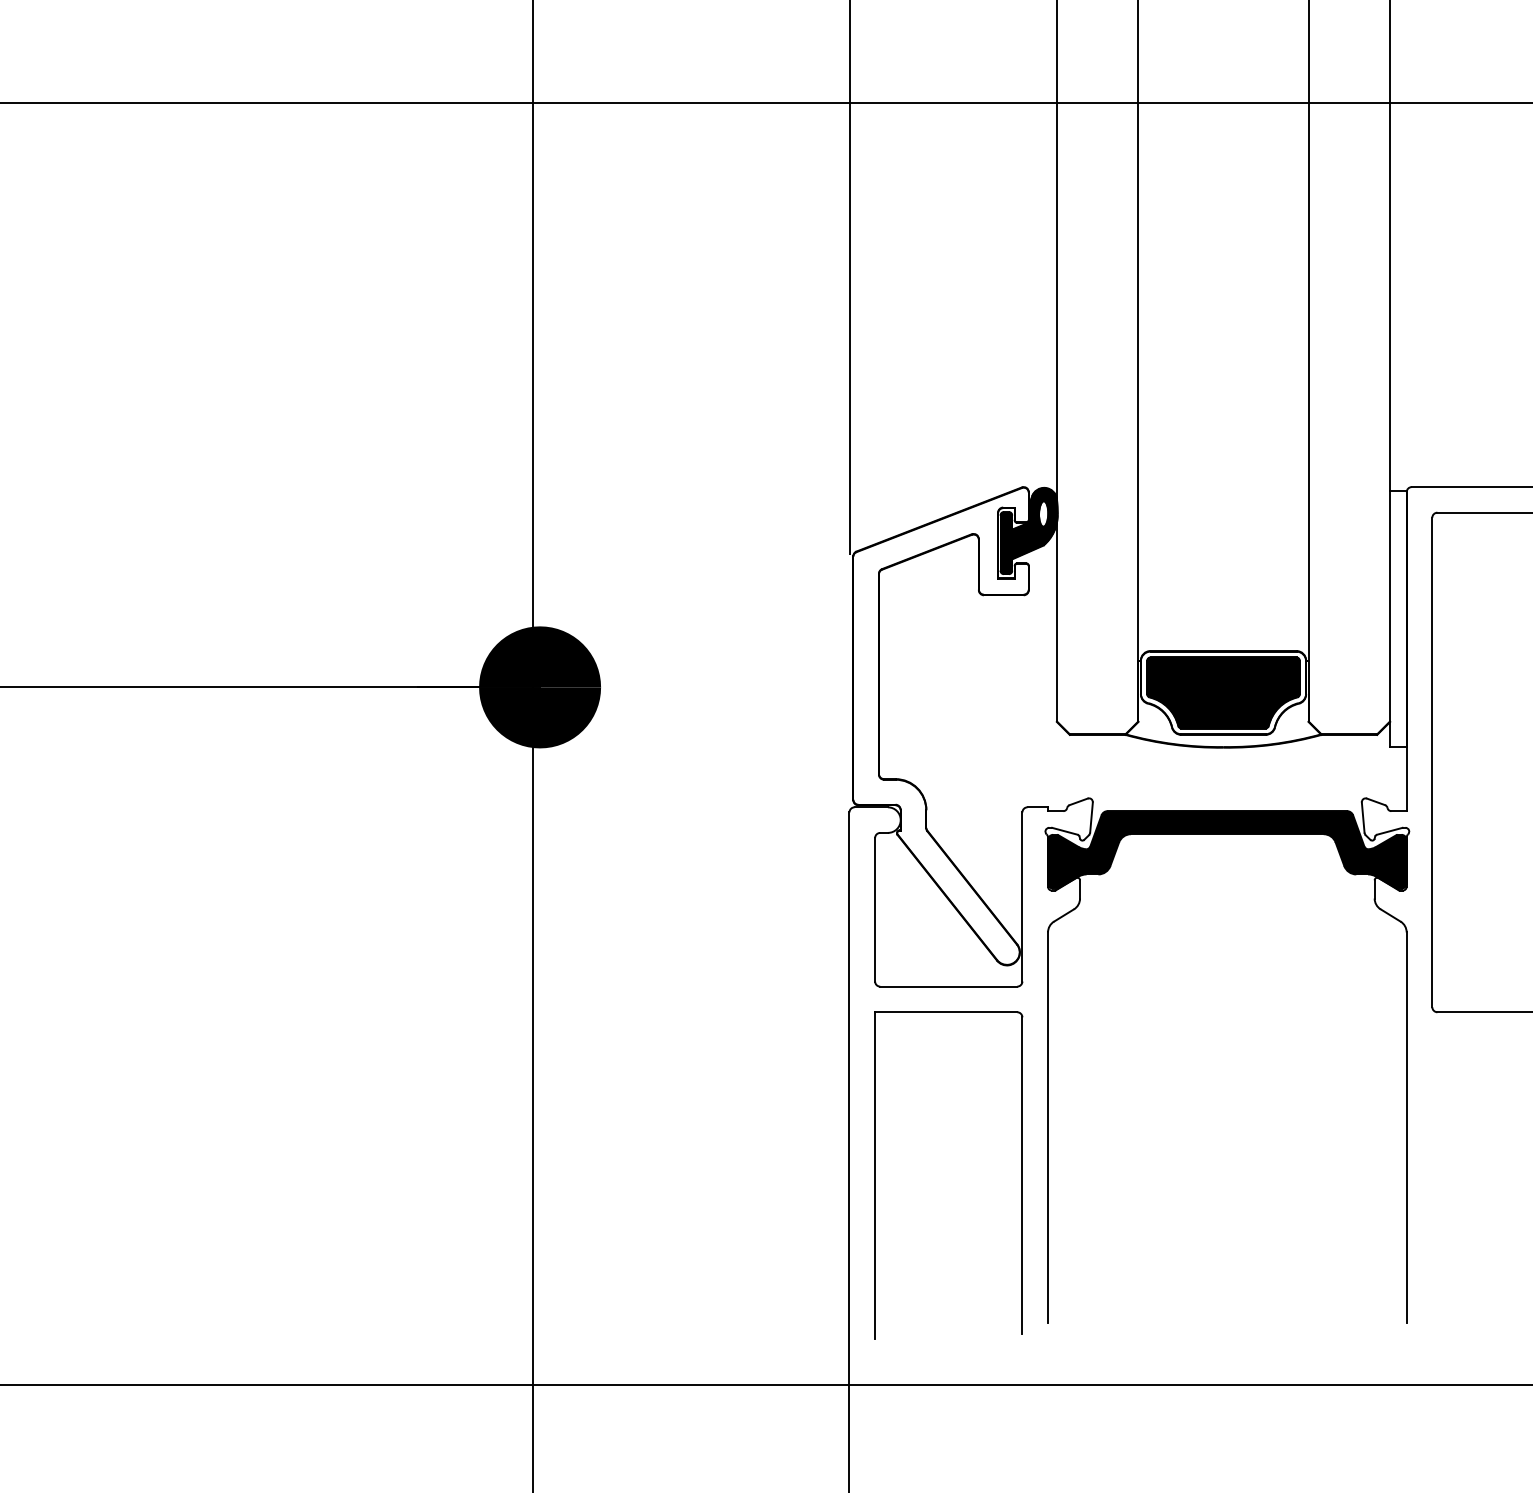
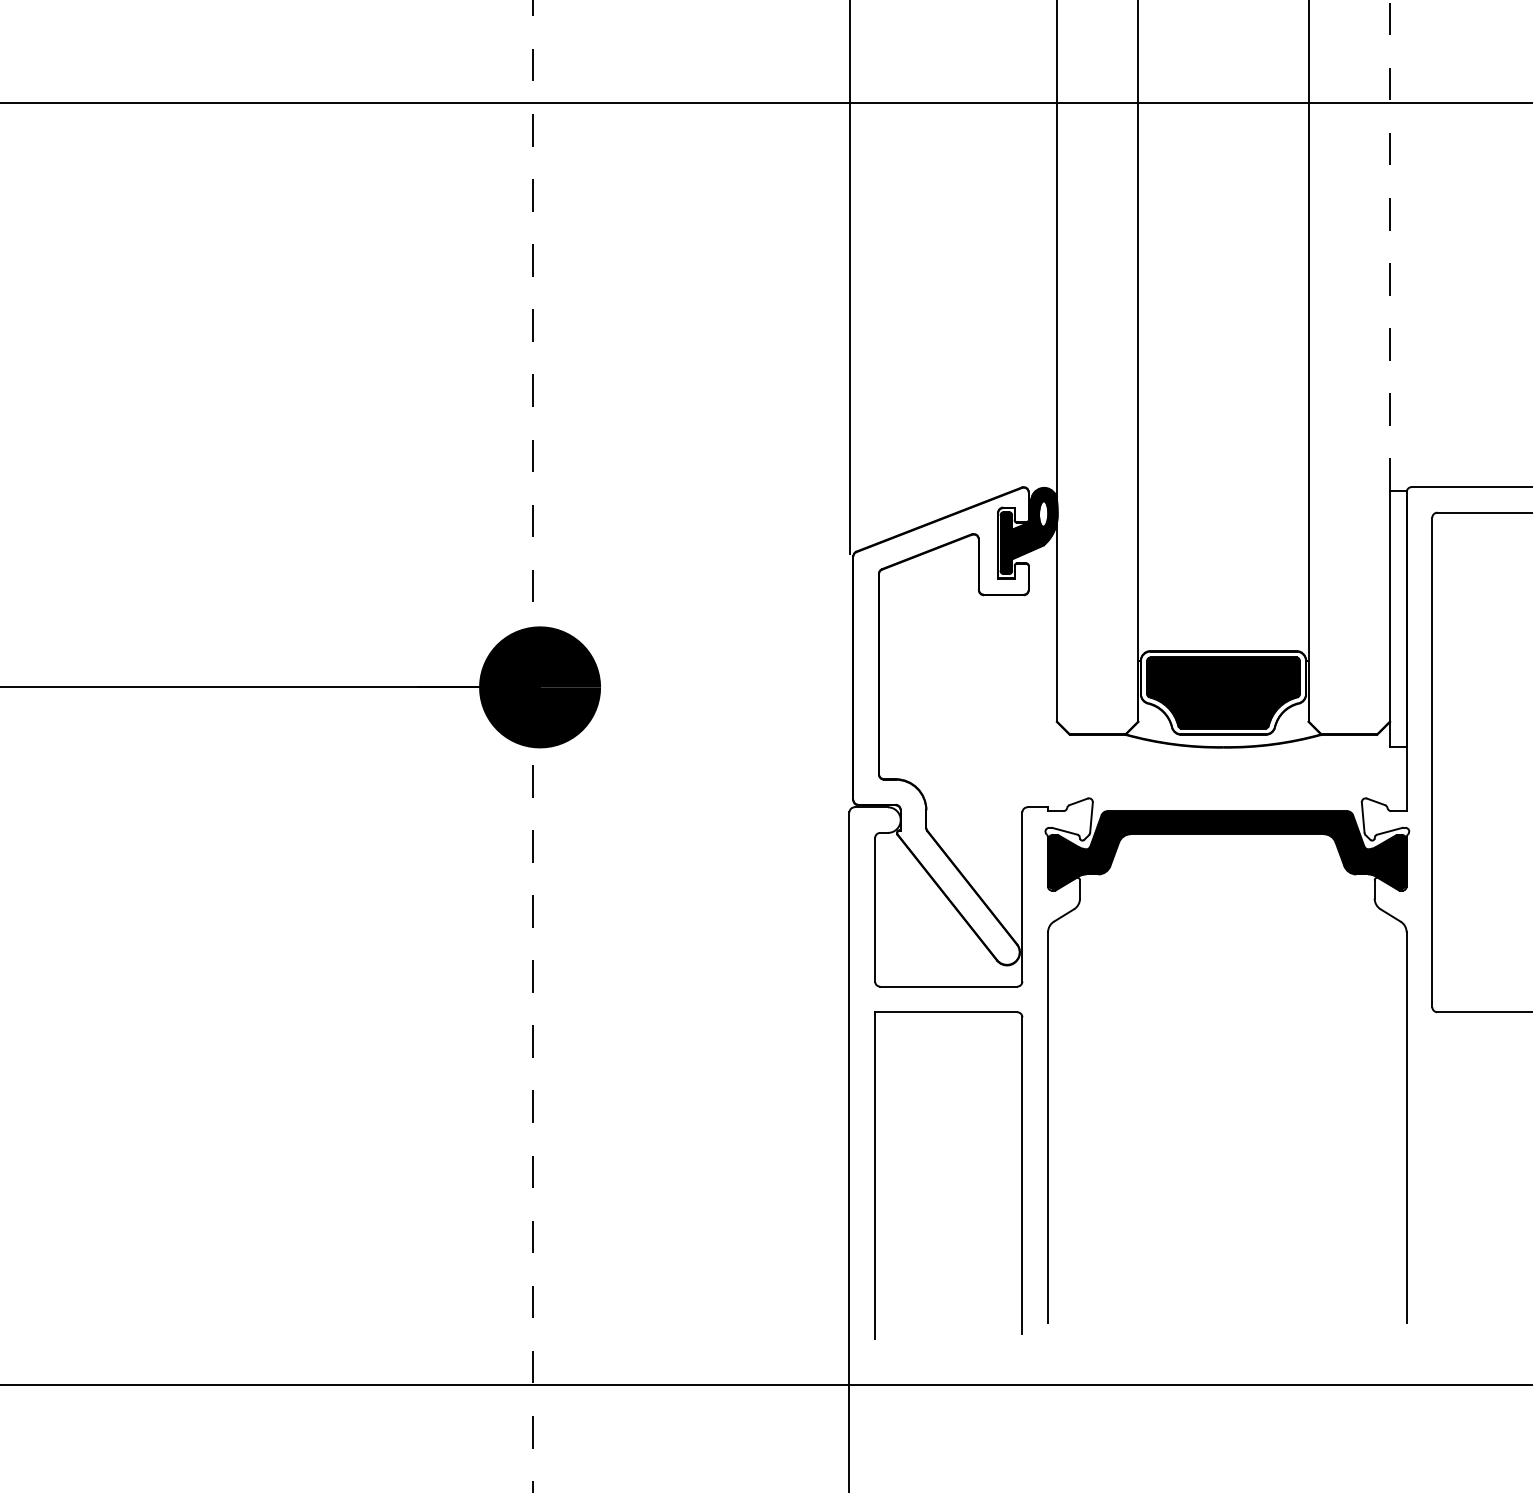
line at (1390, 244): solid -> dashed
line at (532, 746): solid -> dashed
